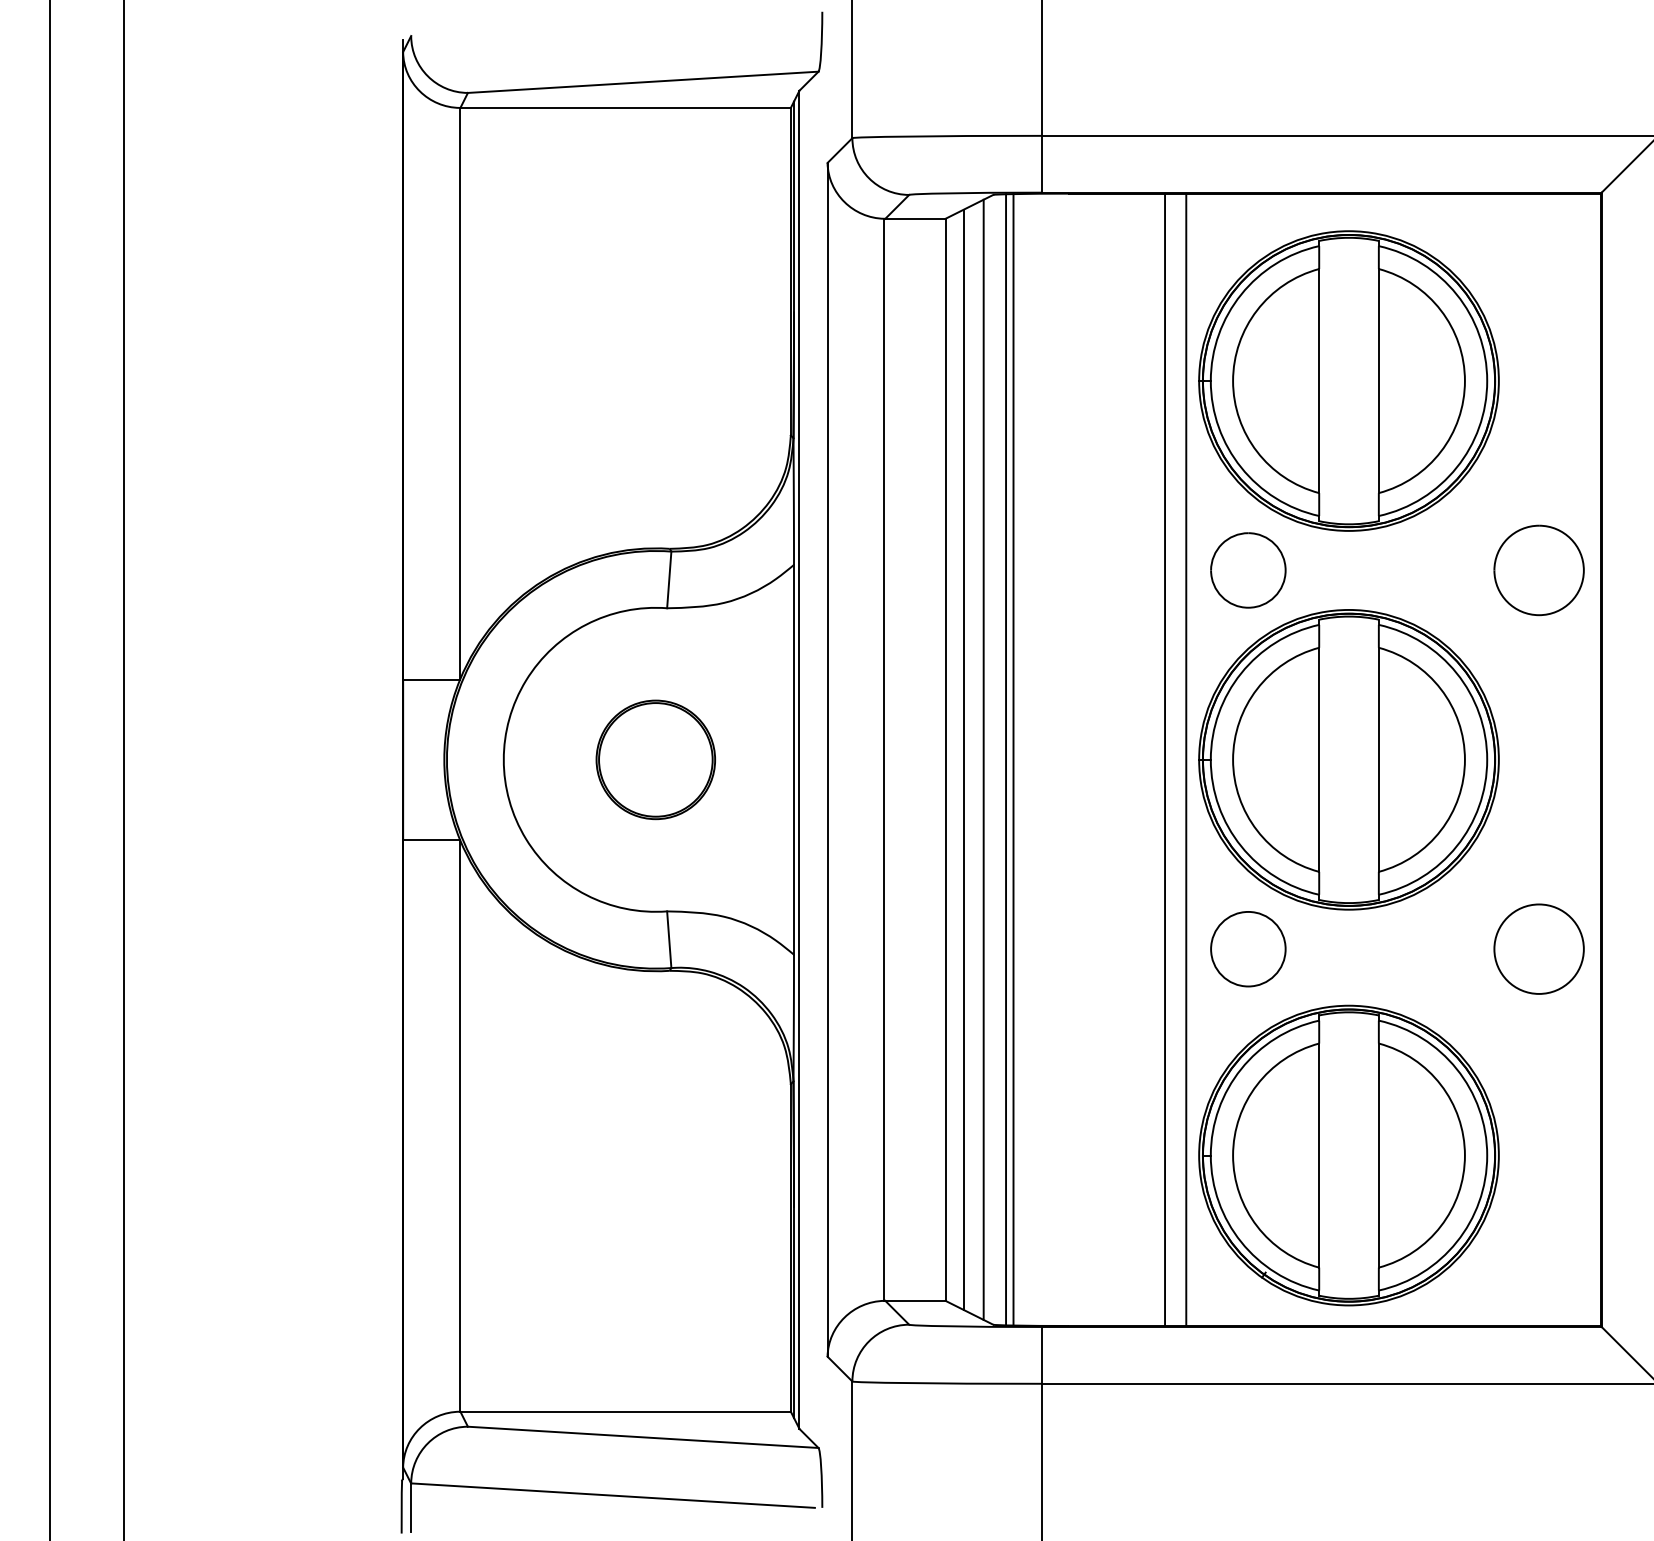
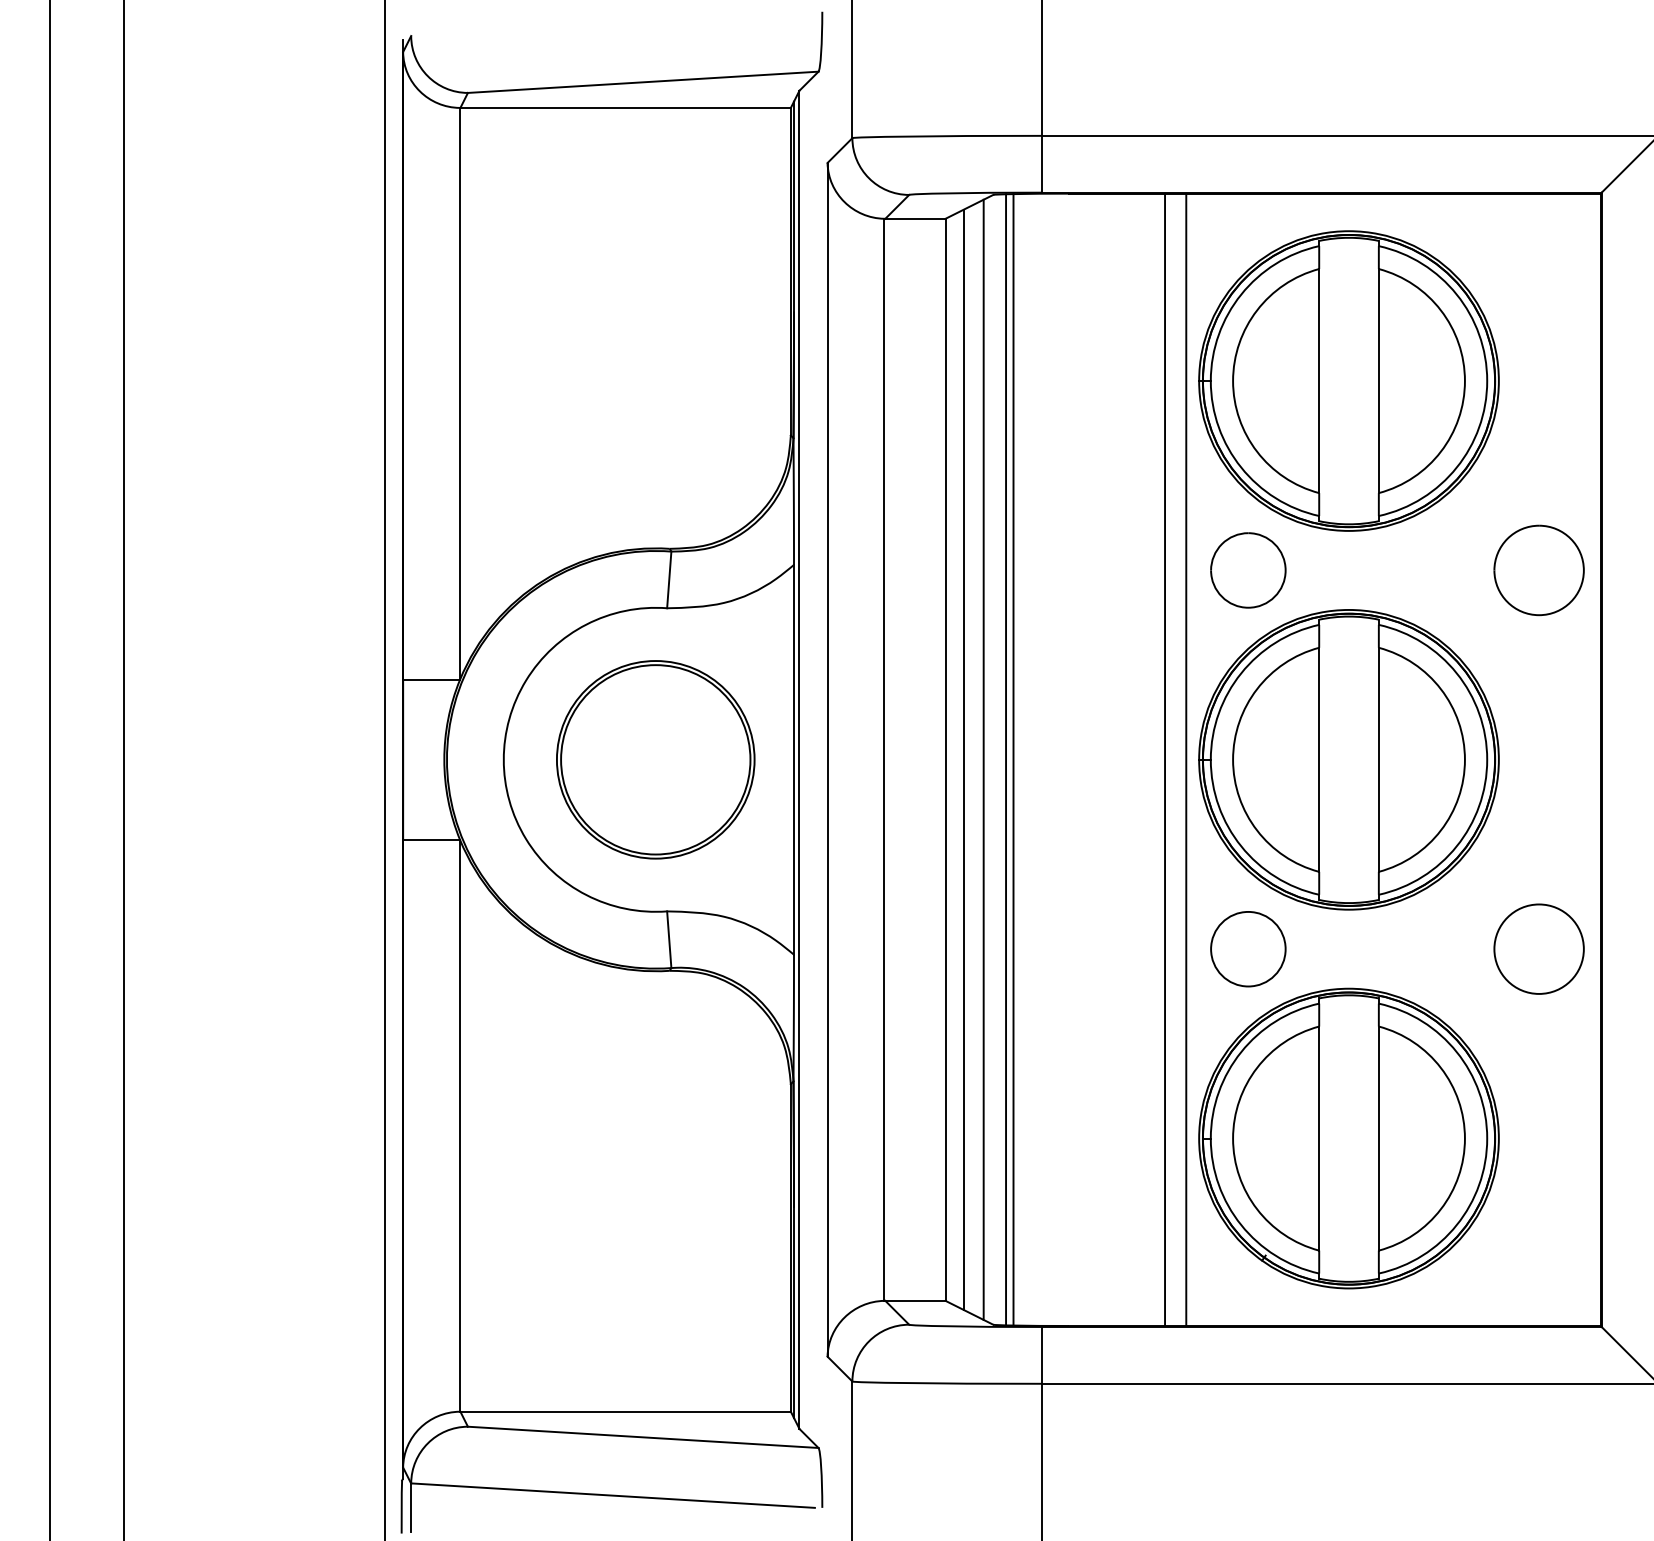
part at (655, 759) size: 121x122 px -> 200x200 px
line at (385, 769): none -> present
part at (1348, 1155) position: (1348, 1155) -> (1348, 1138)
